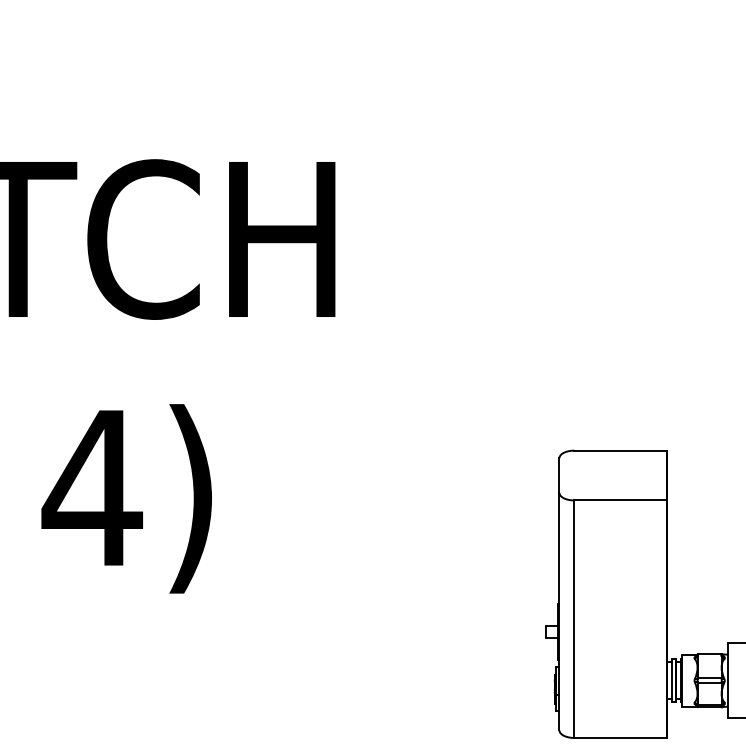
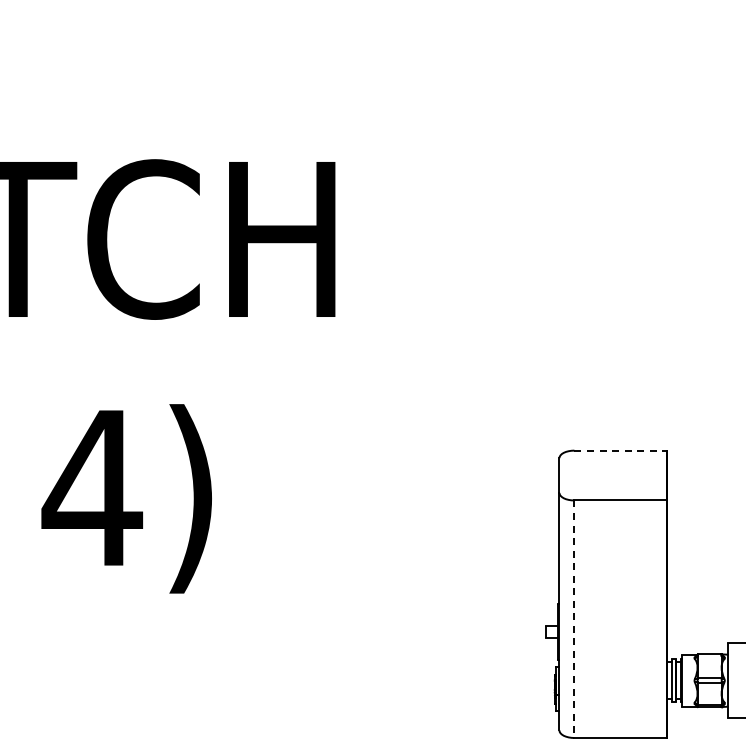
line at (621, 450): solid -> dashed
line at (574, 619): solid -> dashed
